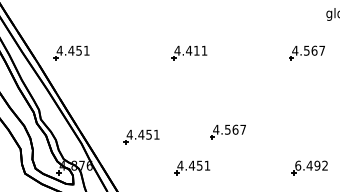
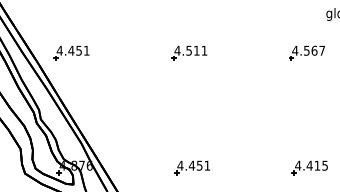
text at (188, 50): 4.411 -> 4.511
part at (227, 131): present -> none
part at (141, 136): present -> none
text at (311, 165): 6.492 -> 4.415
